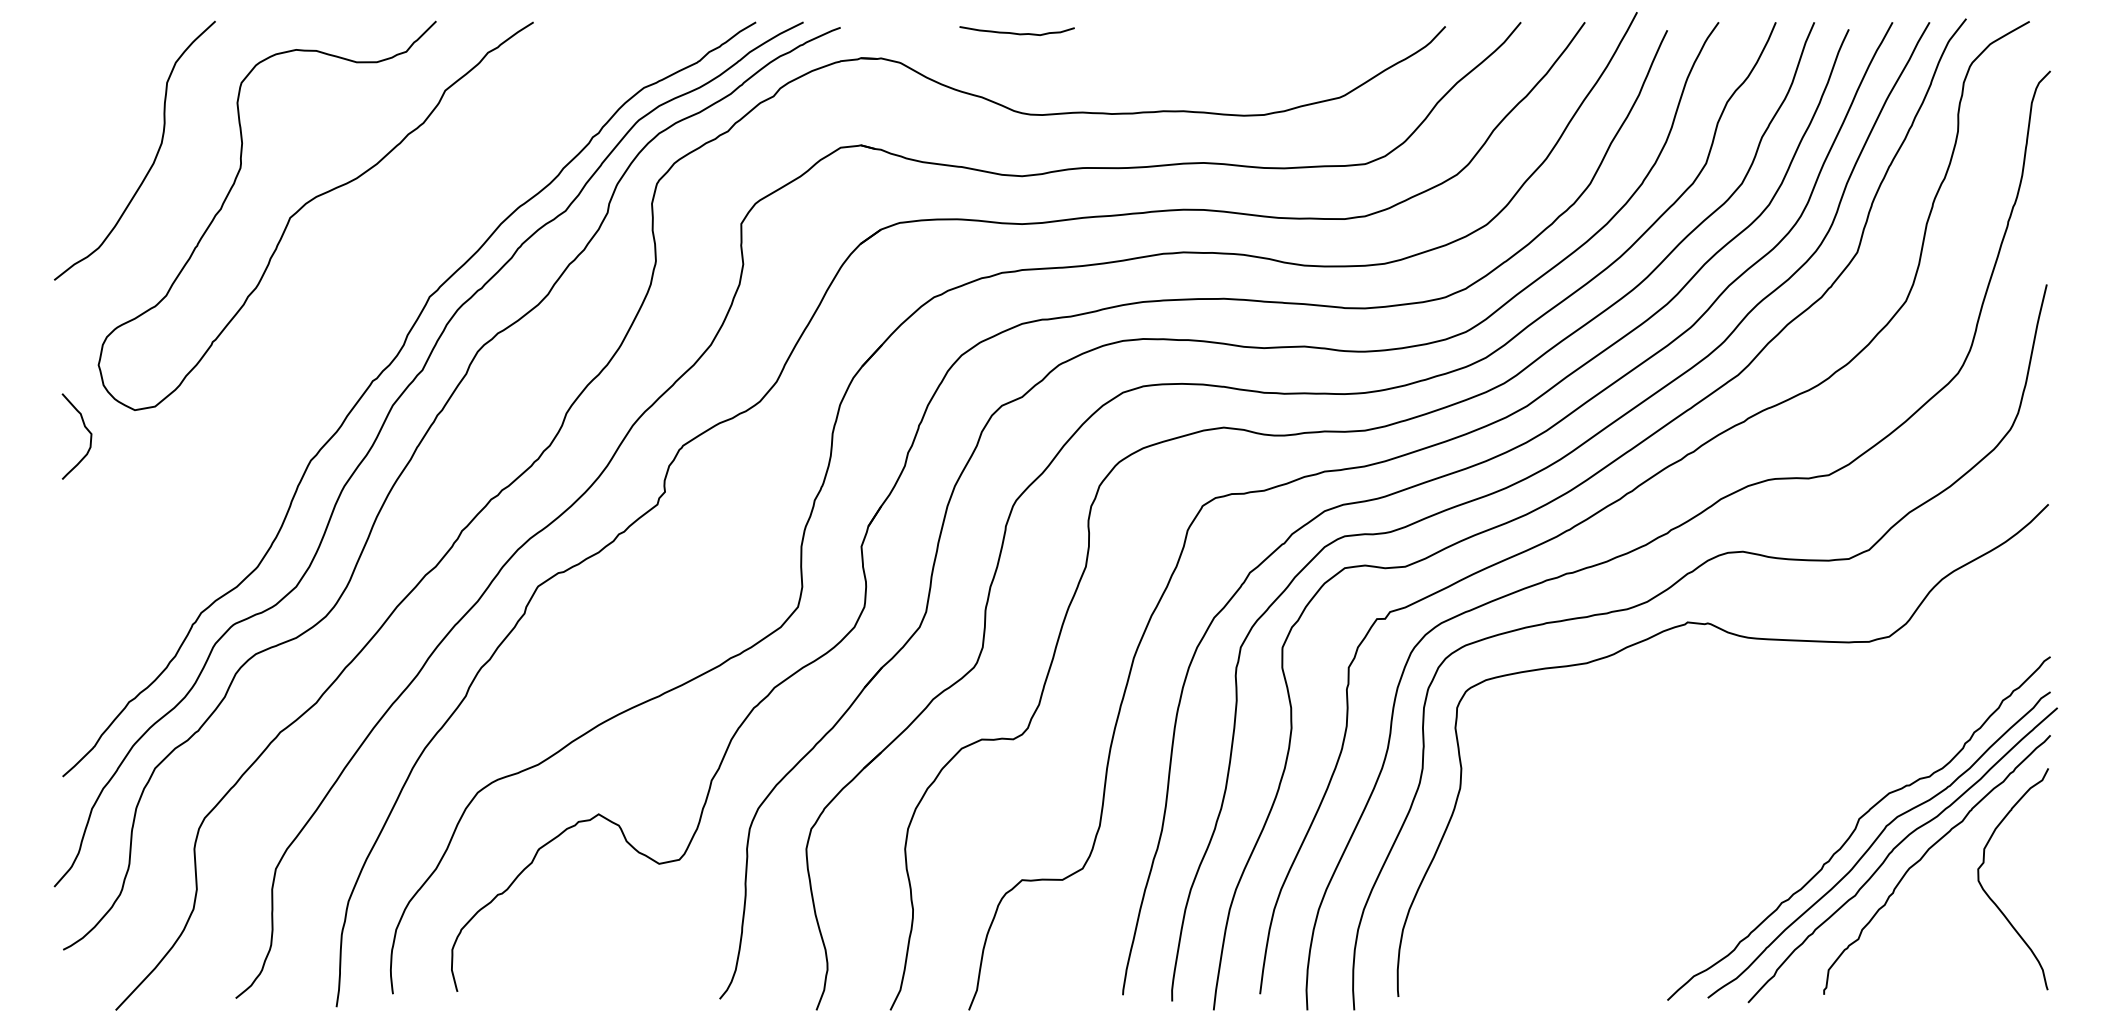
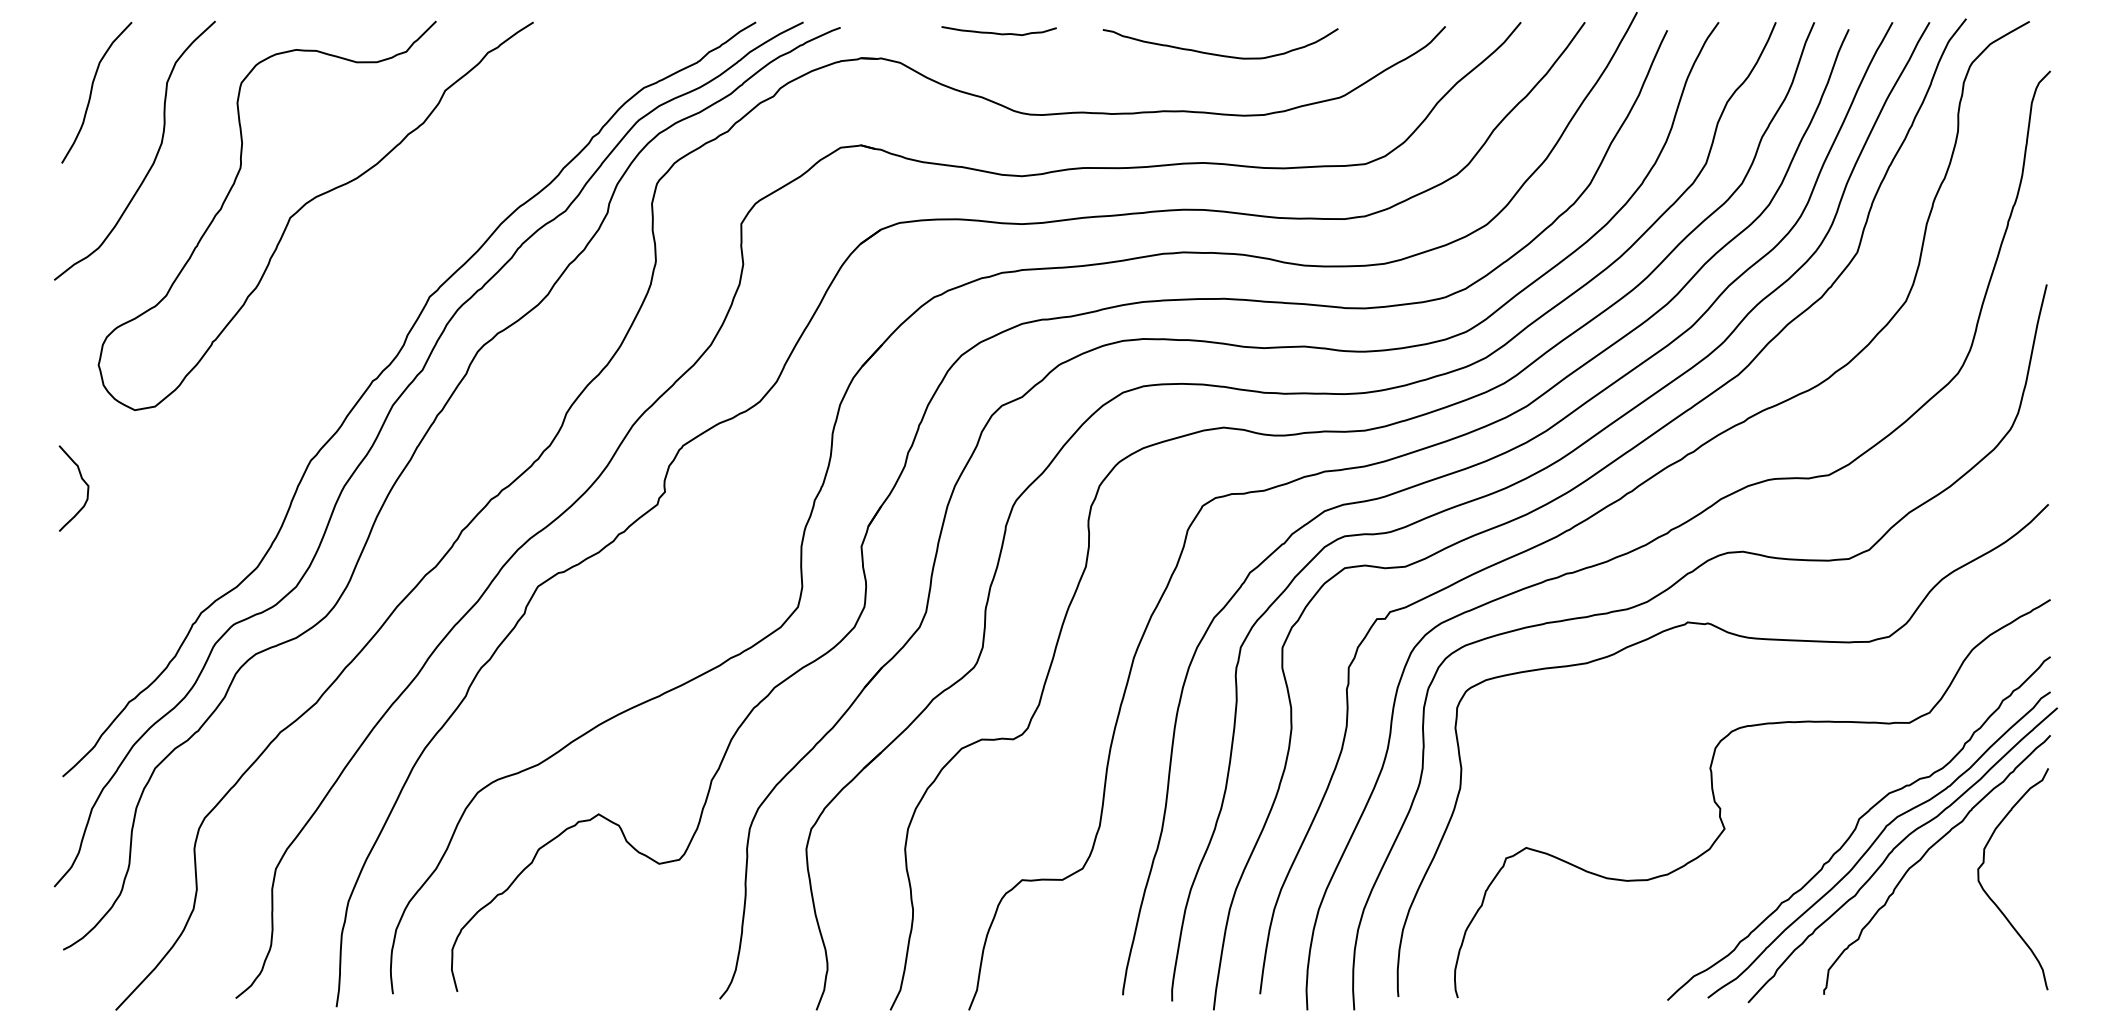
curve at (1015, 32) position: (1015, 32) -> (997, 32)
curve at (1220, 54): none -> present
curve at (92, 91): none -> present
curve at (84, 427) position: (84, 427) -> (81, 479)
curve at (1721, 808): none -> present
